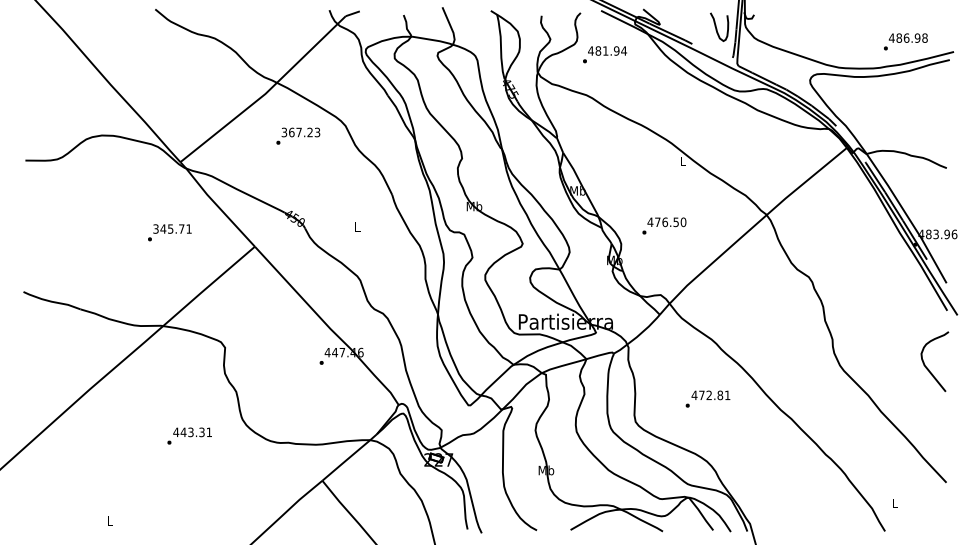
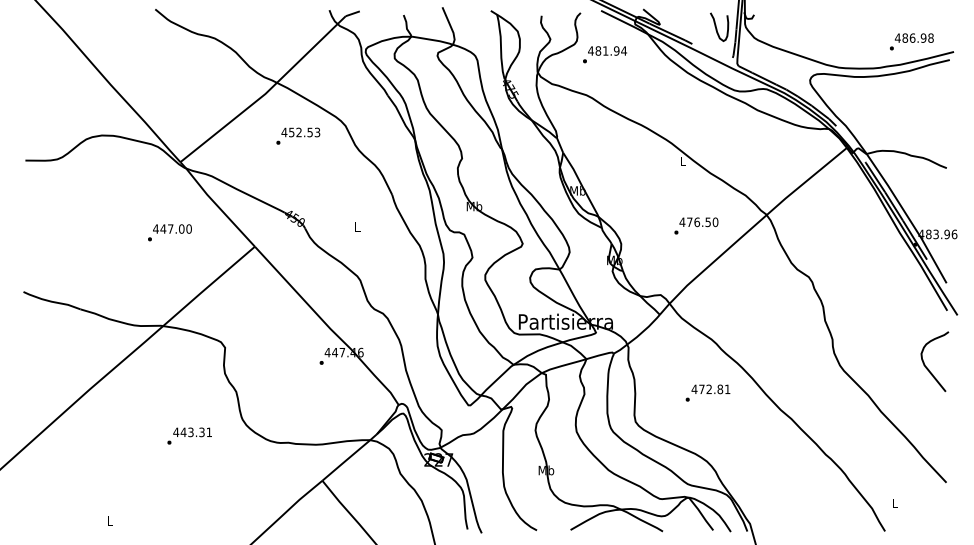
text at (905, 41) position: (905, 41) -> (911, 41)
text at (296, 132): 367.23 -> 452.53
text at (664, 225) position: (664, 225) -> (696, 225)
text at (172, 228): 345.71 -> 447.00
text at (707, 398) position: (707, 398) -> (707, 392)
